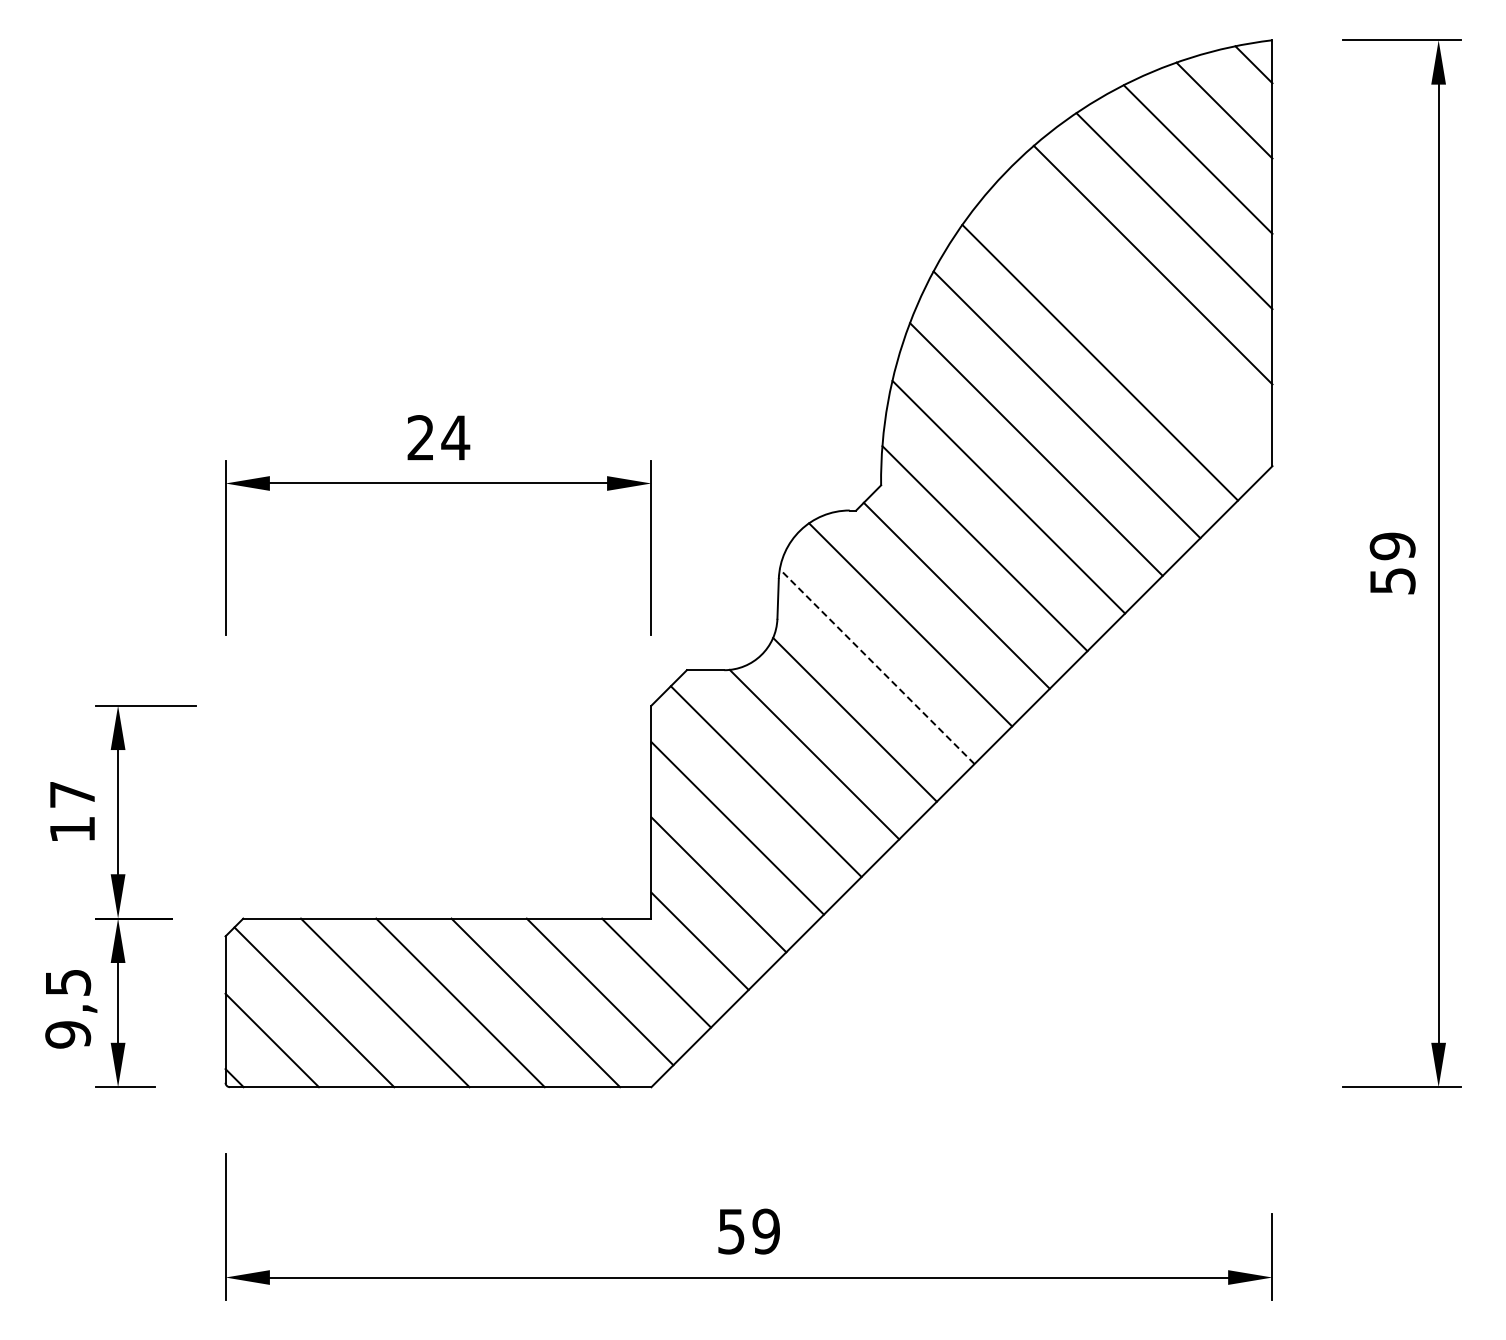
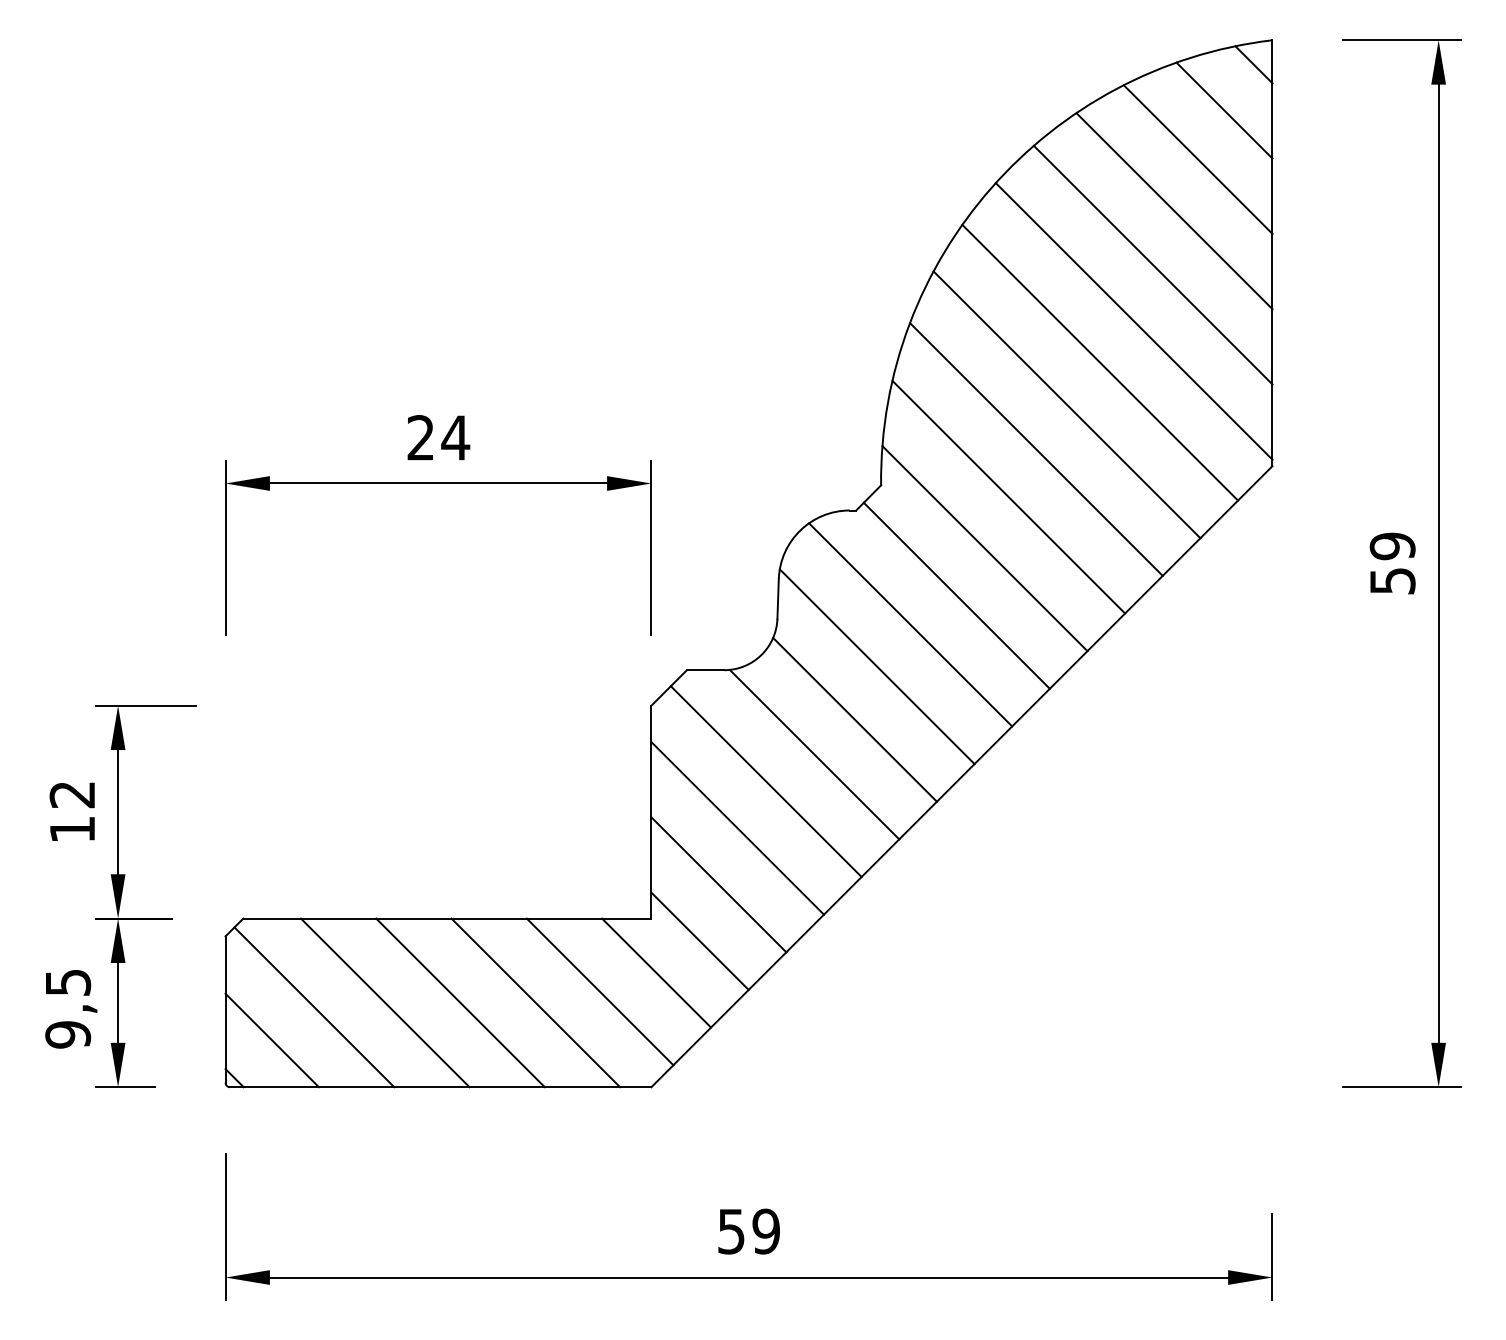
line at (1133, 321): none -> present
line at (877, 666): dashed -> solid
text at (71, 795): 17 -> 12
